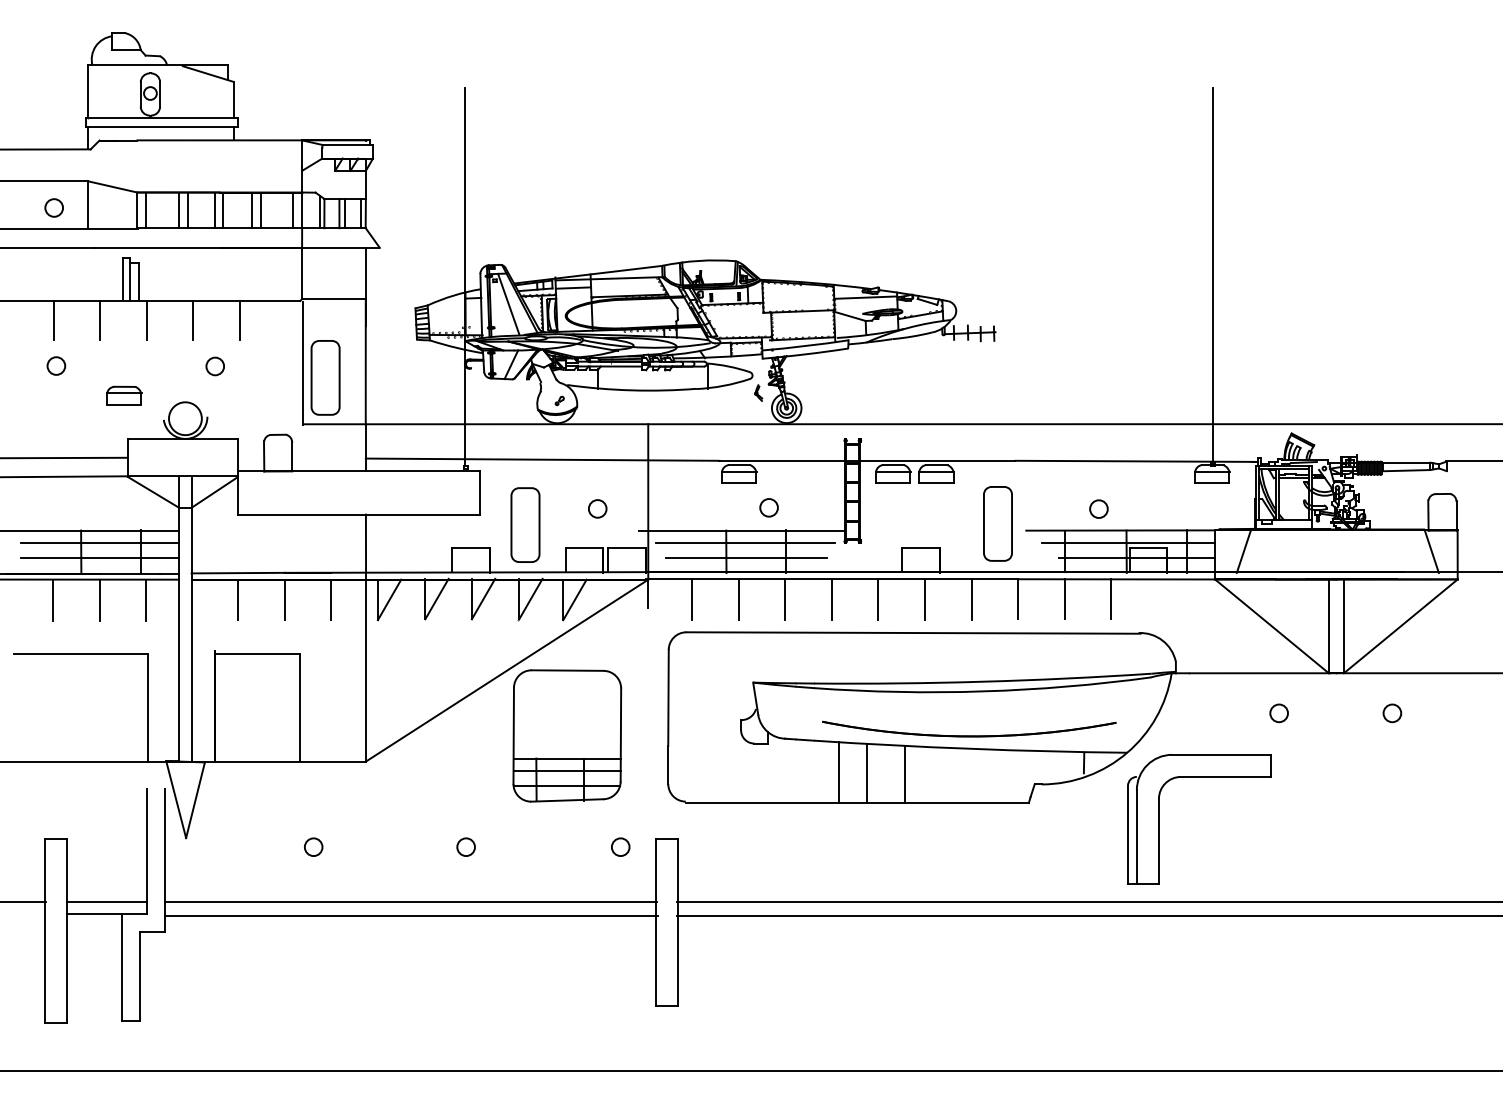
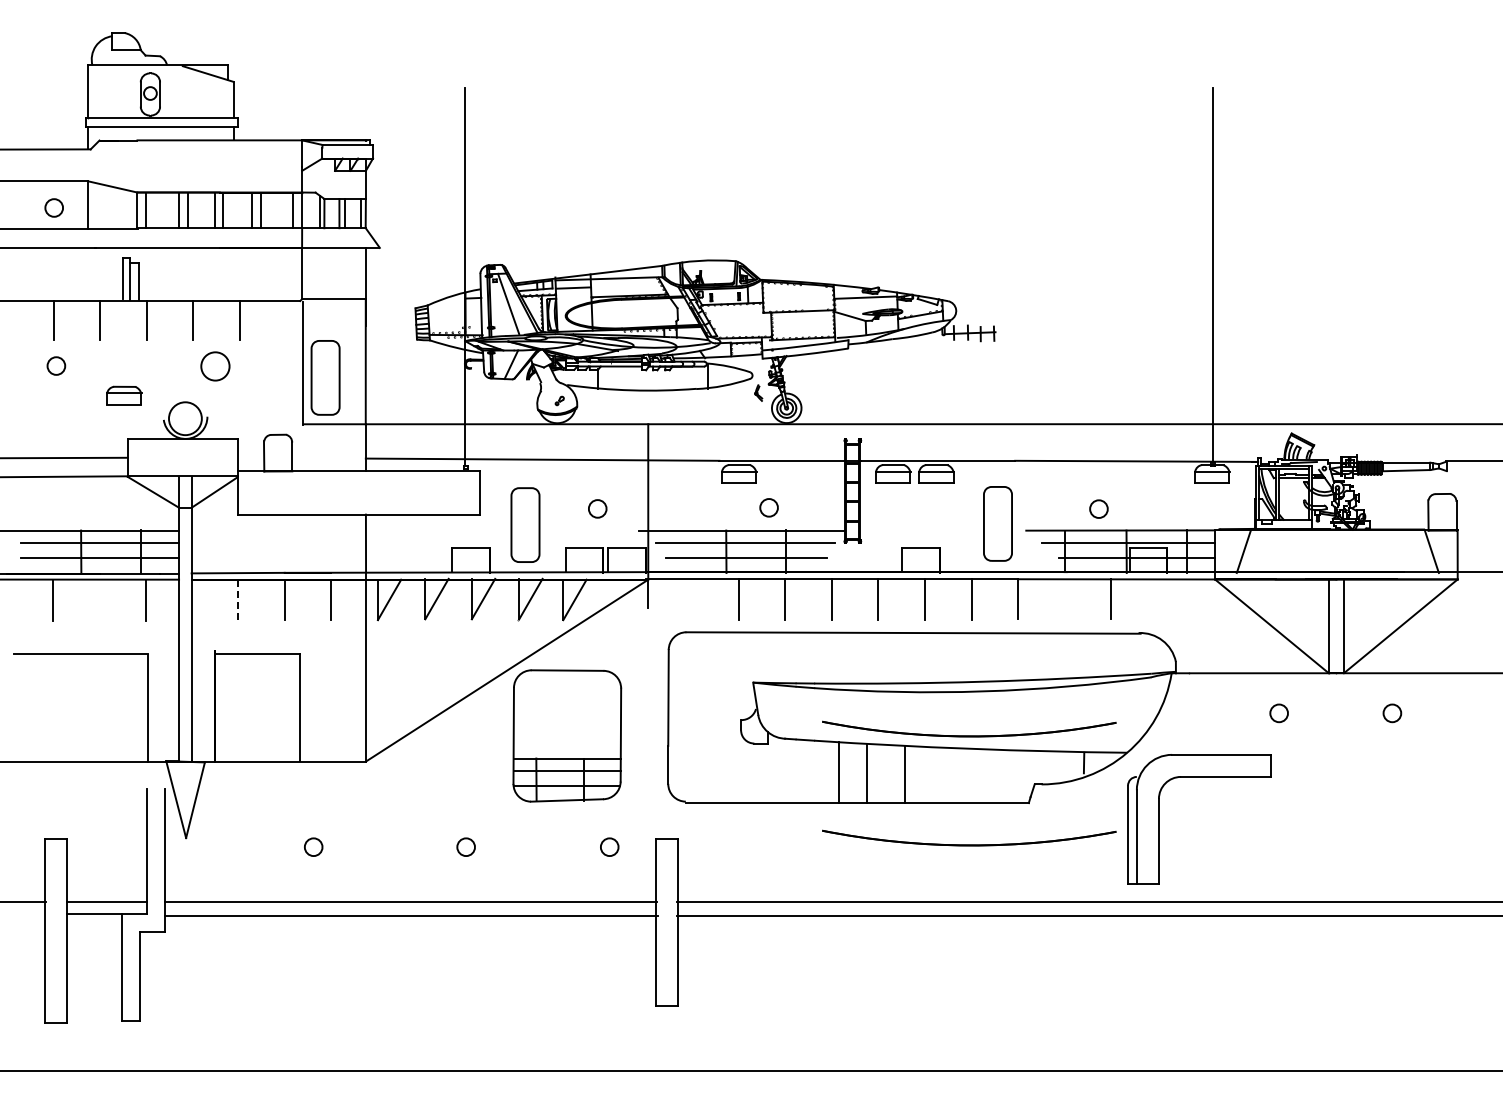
circle at (214, 366) size: 20x21 px -> 31x31 px
line at (99, 599): present -> none
line at (238, 599): solid -> dashed
line at (692, 599): present -> none
line at (1064, 599): present -> none
part at (969, 844): none -> present
circle at (620, 846) position: (620, 846) -> (609, 846)
